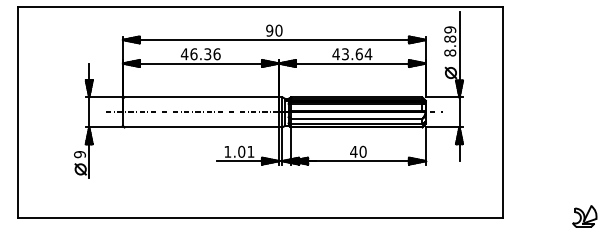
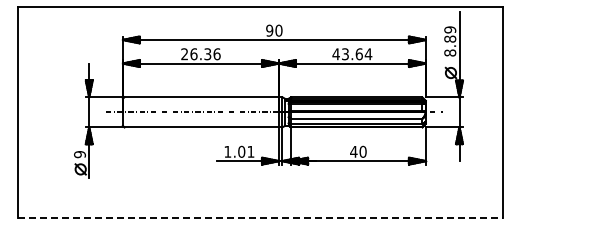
text at (184, 54): 46.36 -> 26.36
part at (584, 216): present -> none
line at (260, 217): solid -> dashed
